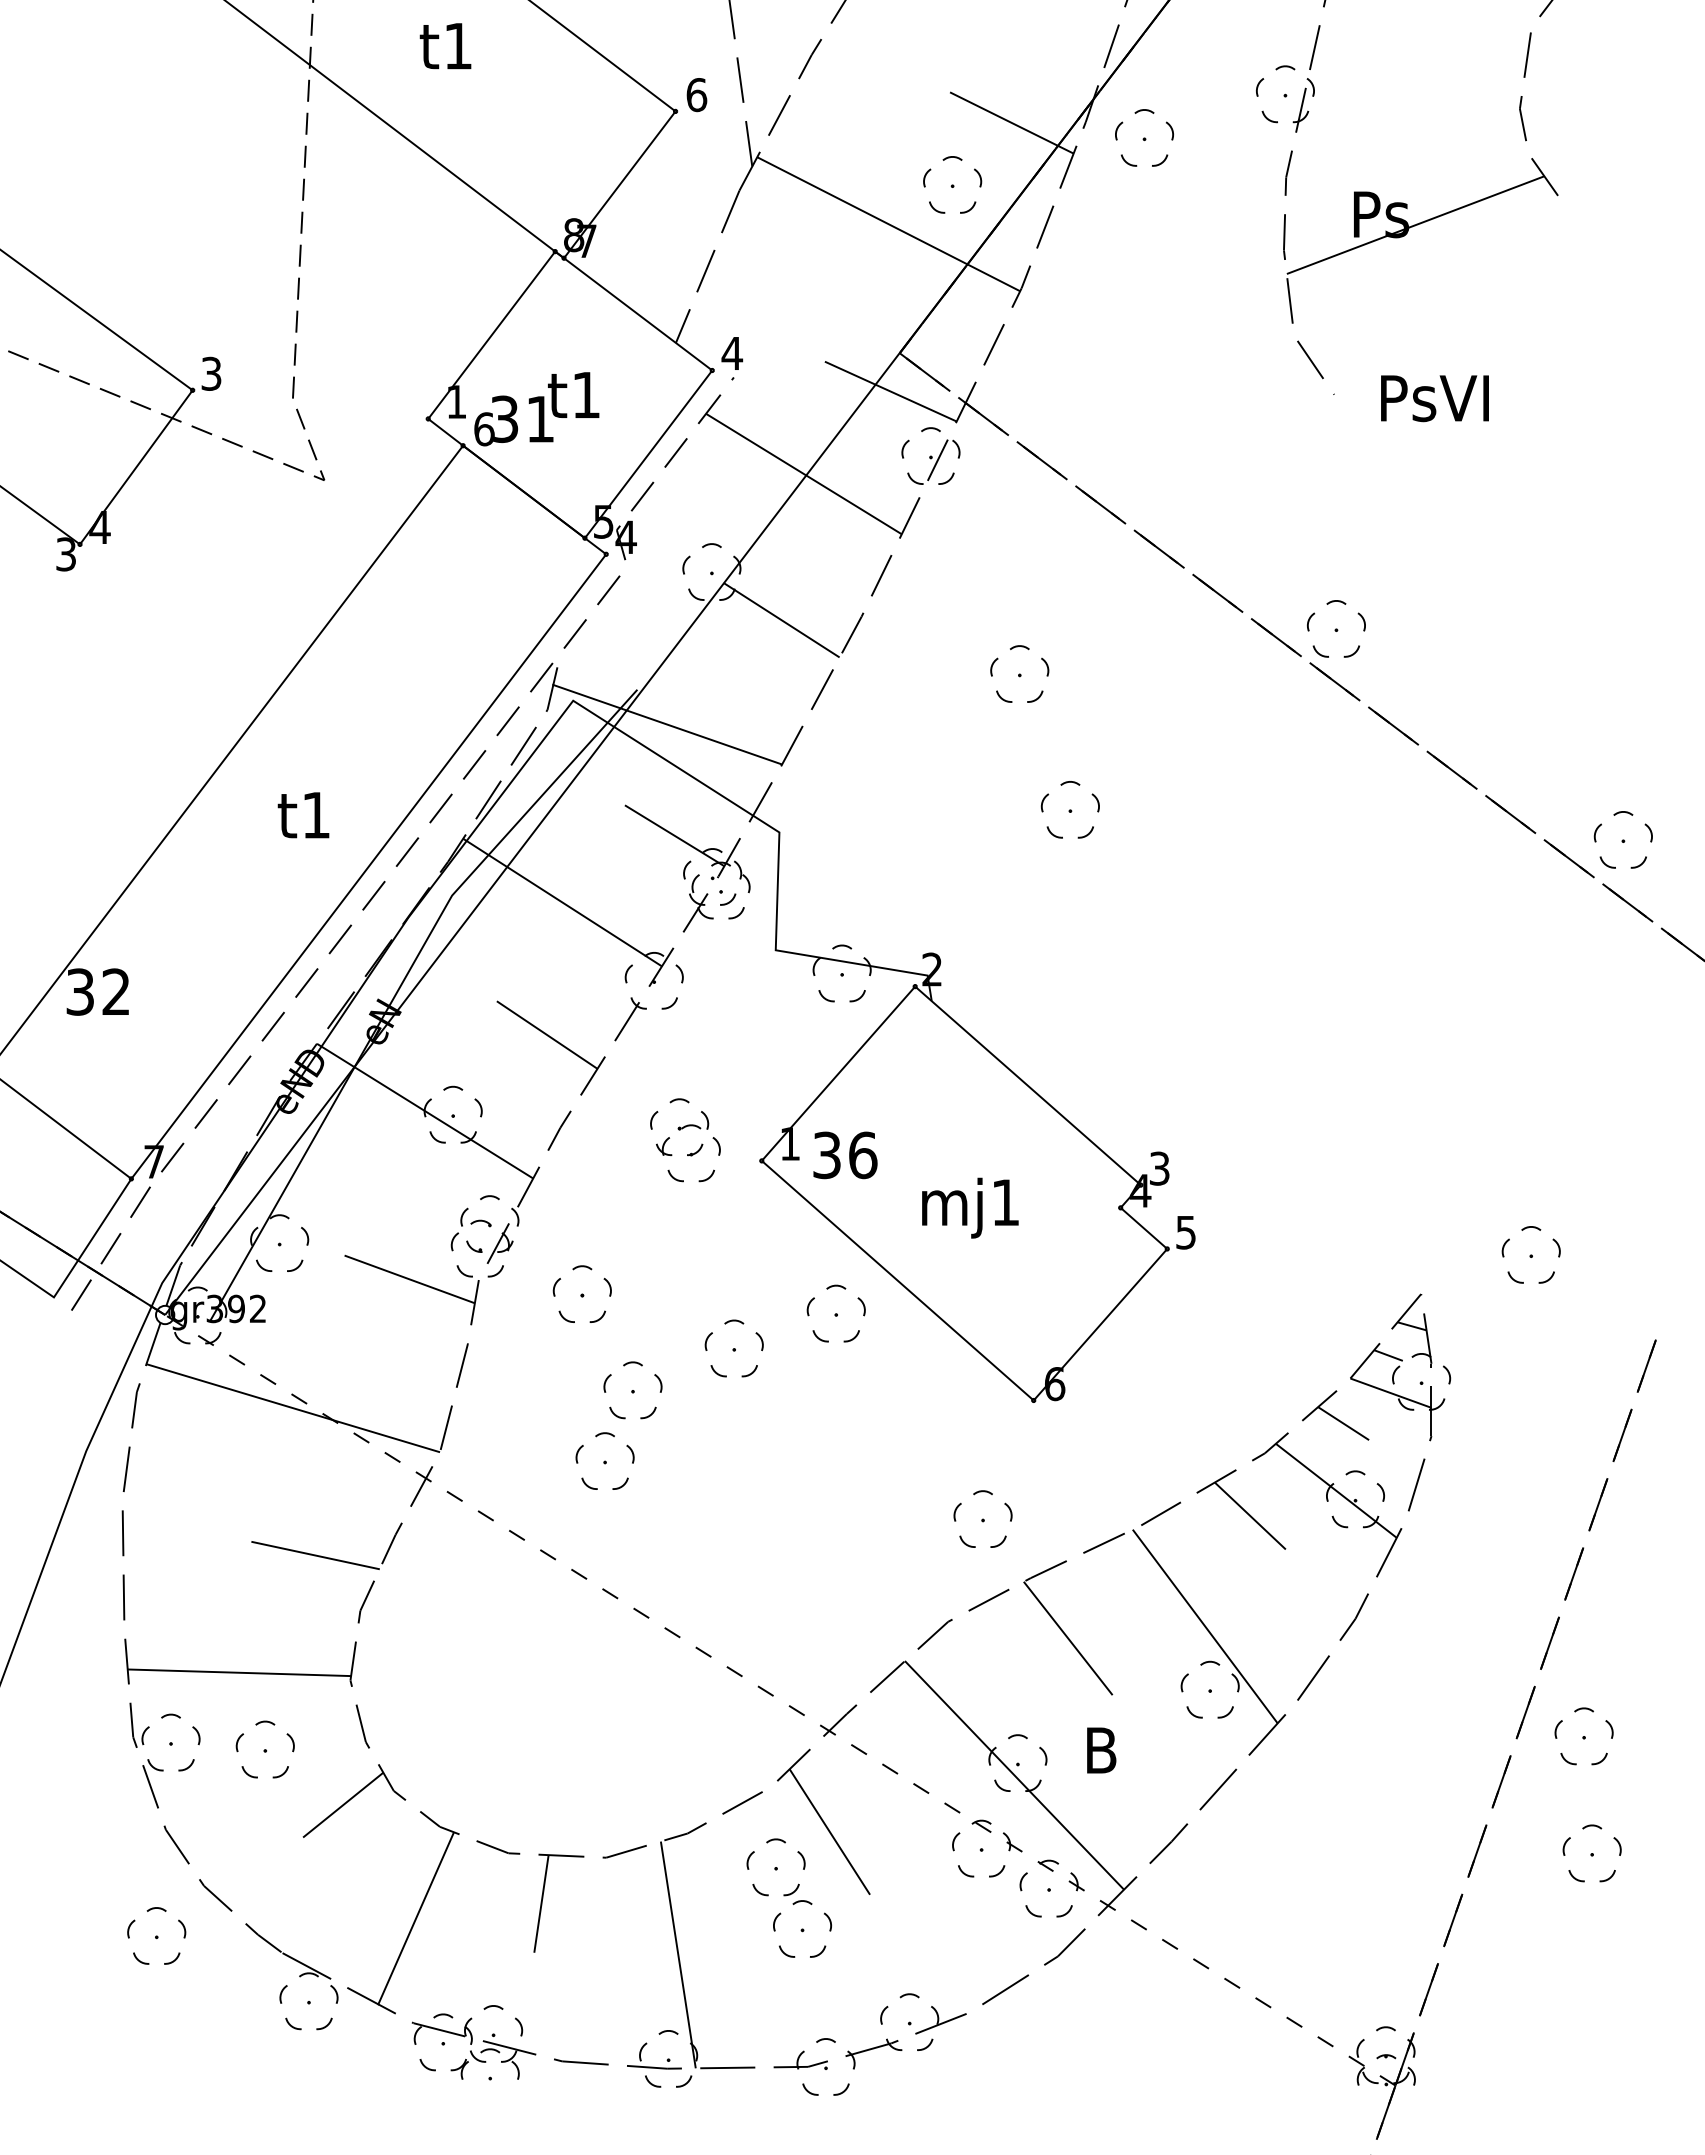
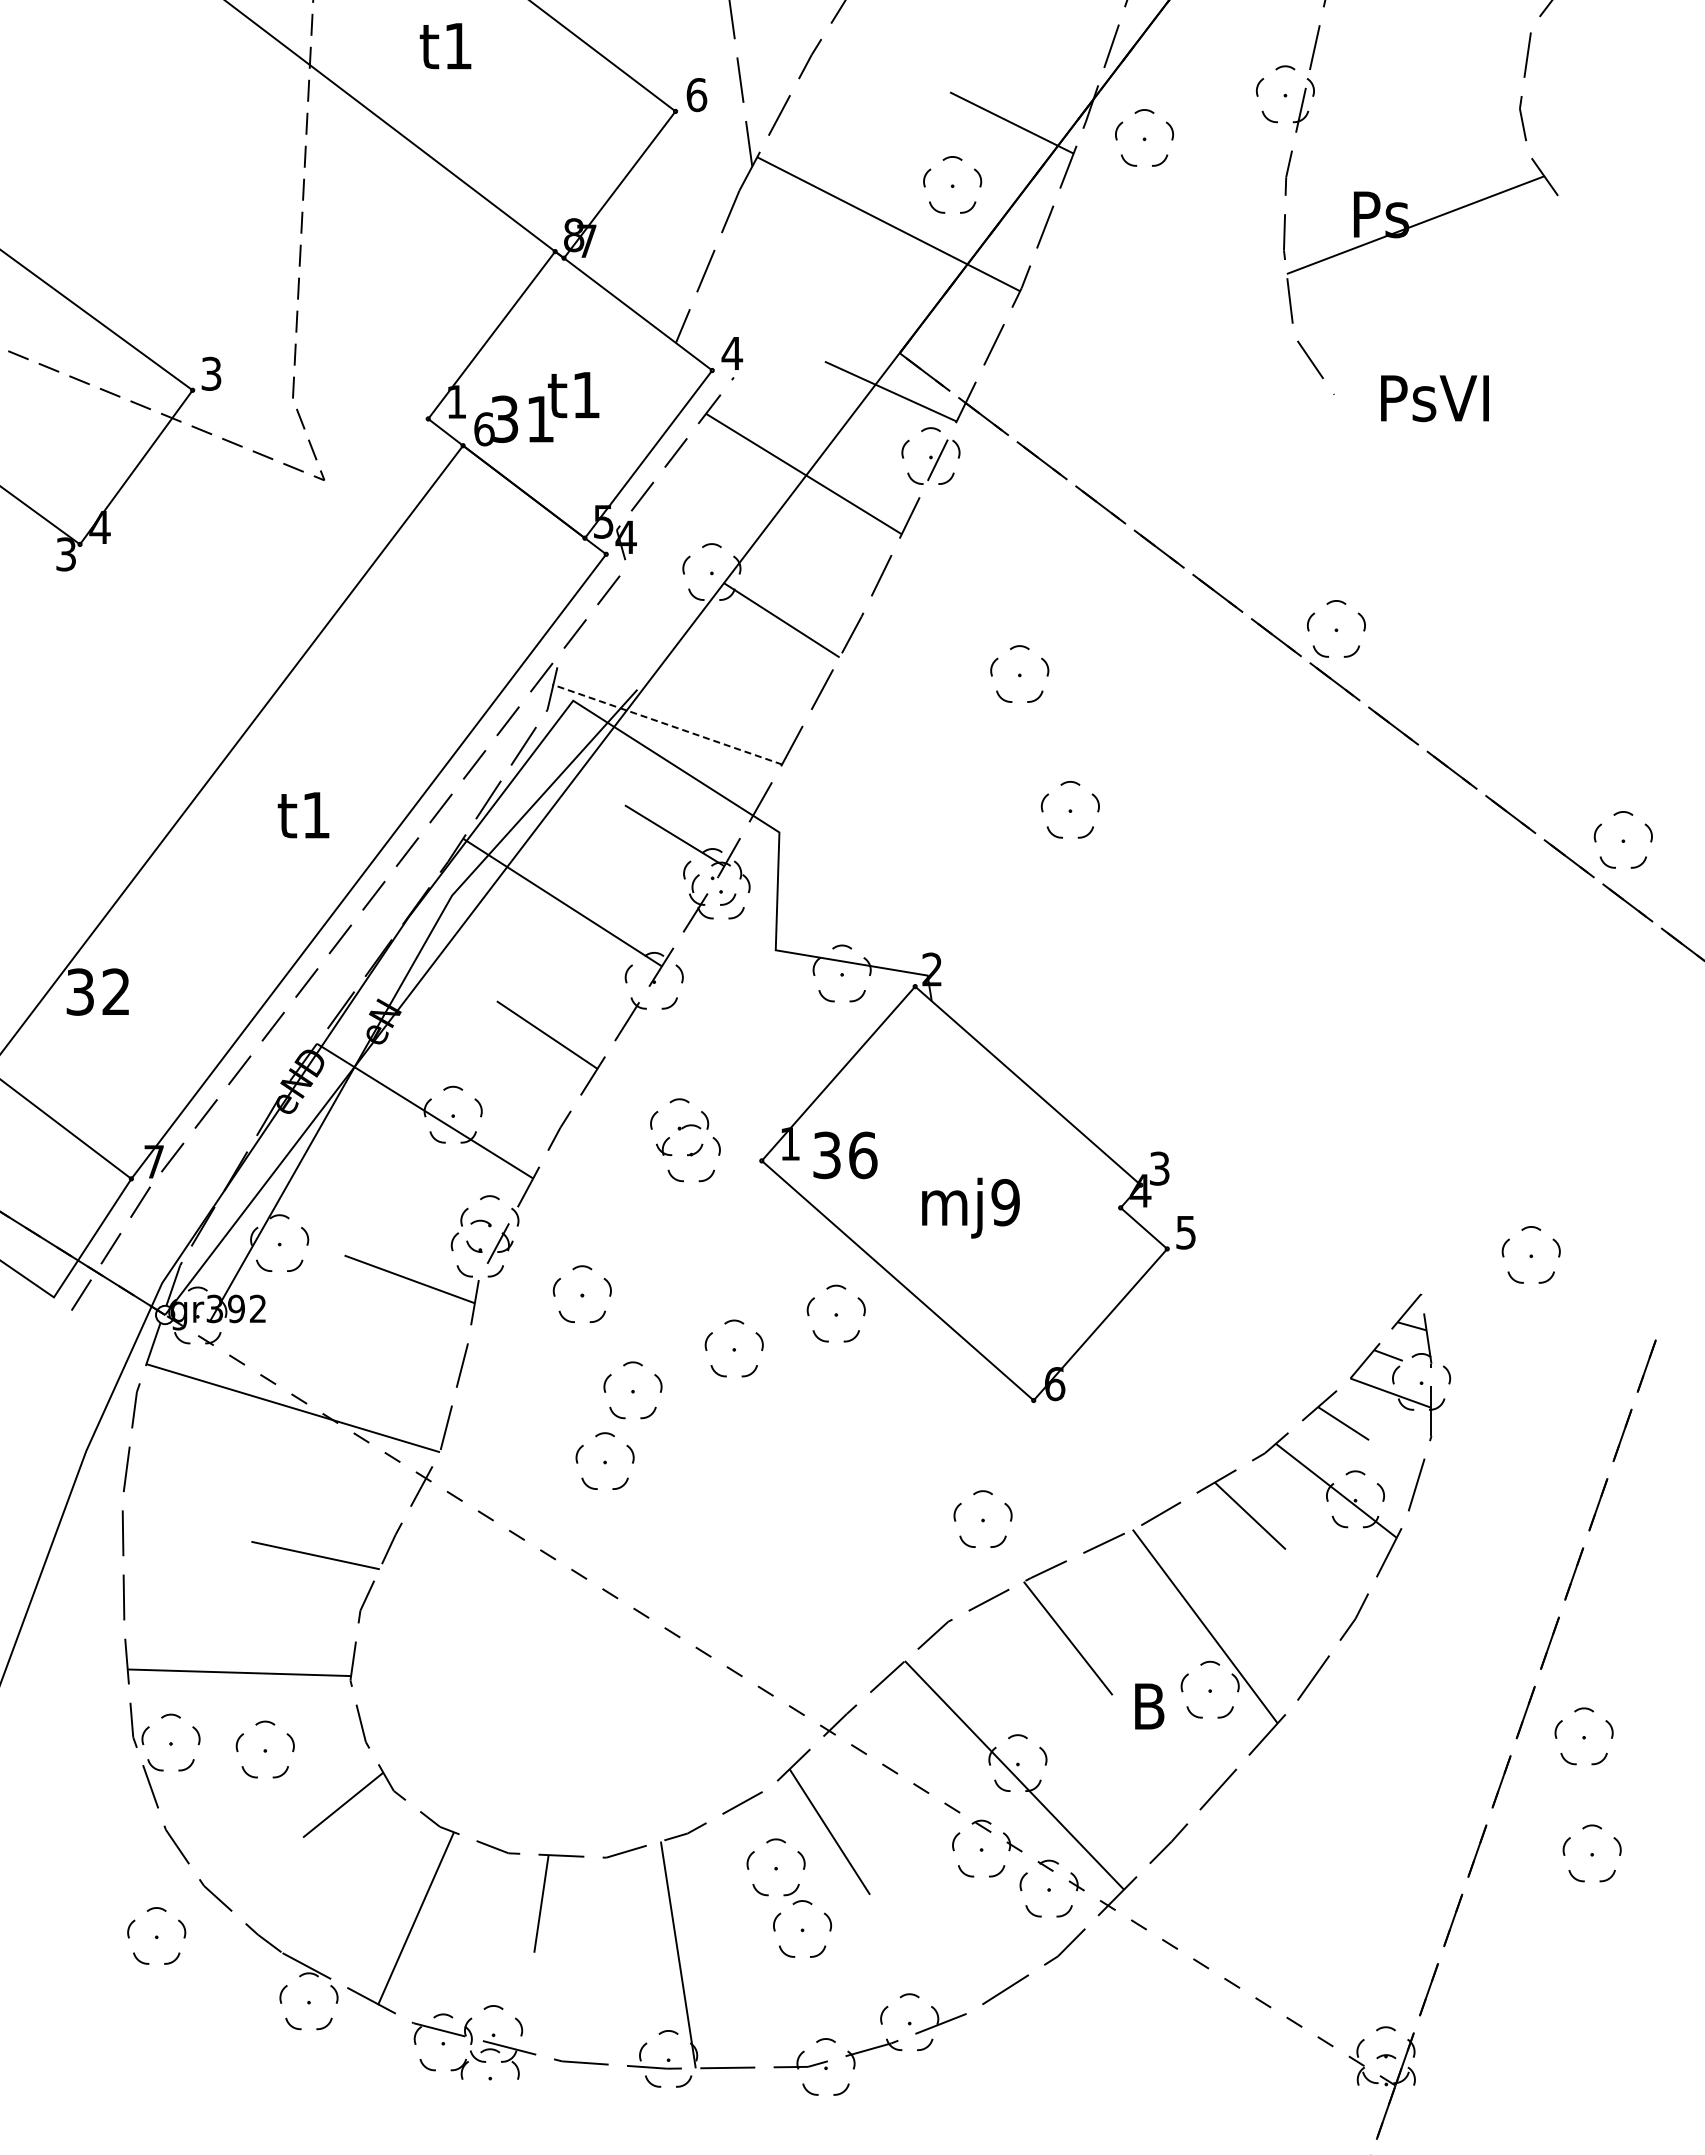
line at (667, 724): solid -> dashed
text at (1005, 1202): mj1 -> mj9
text at (1101, 1750) position: (1101, 1750) -> (1149, 1706)
